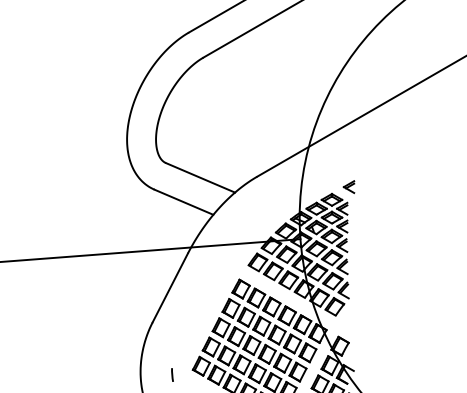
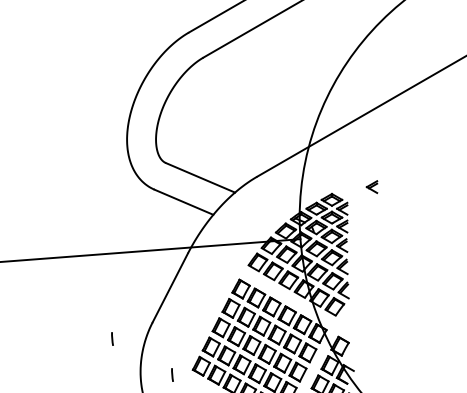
part at (348, 186) position: (348, 186) -> (371, 186)
line at (112, 338): none -> present
